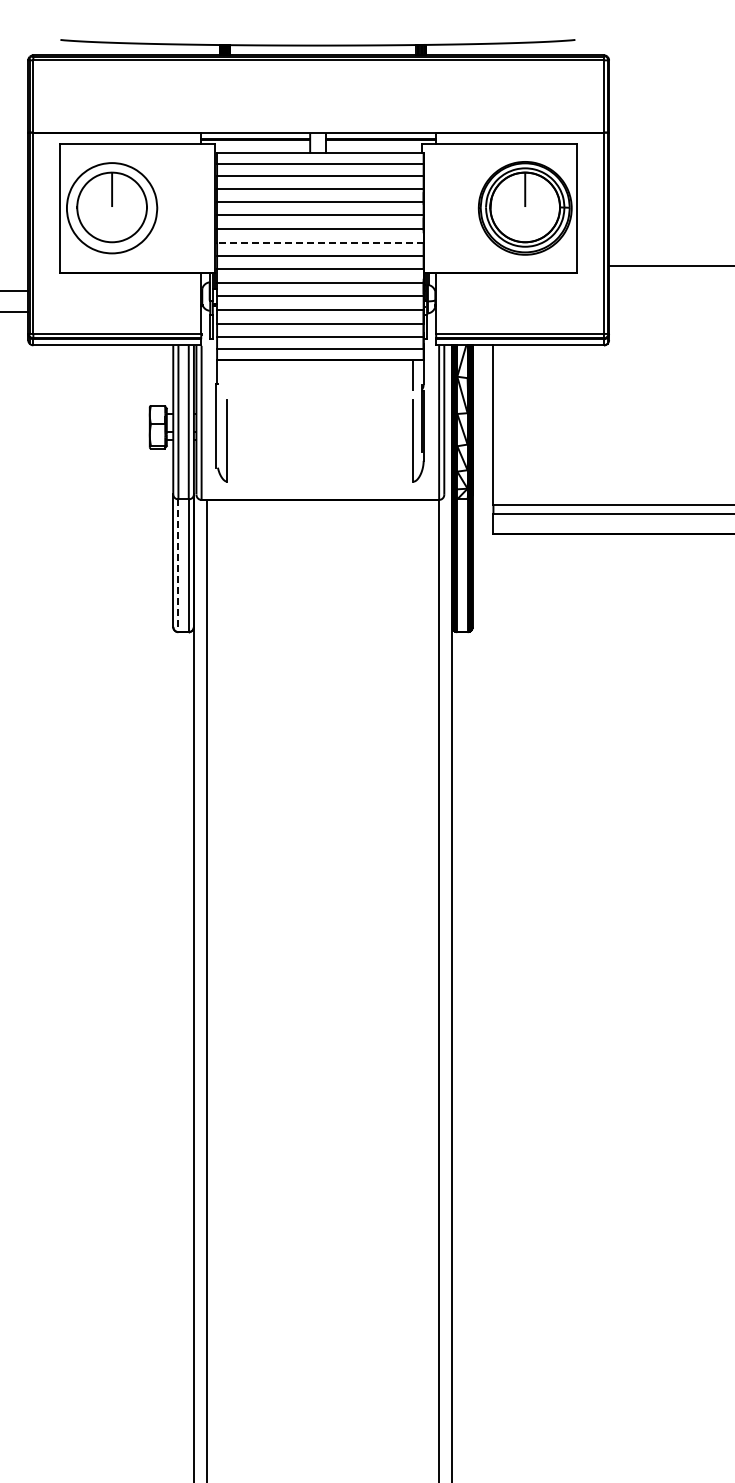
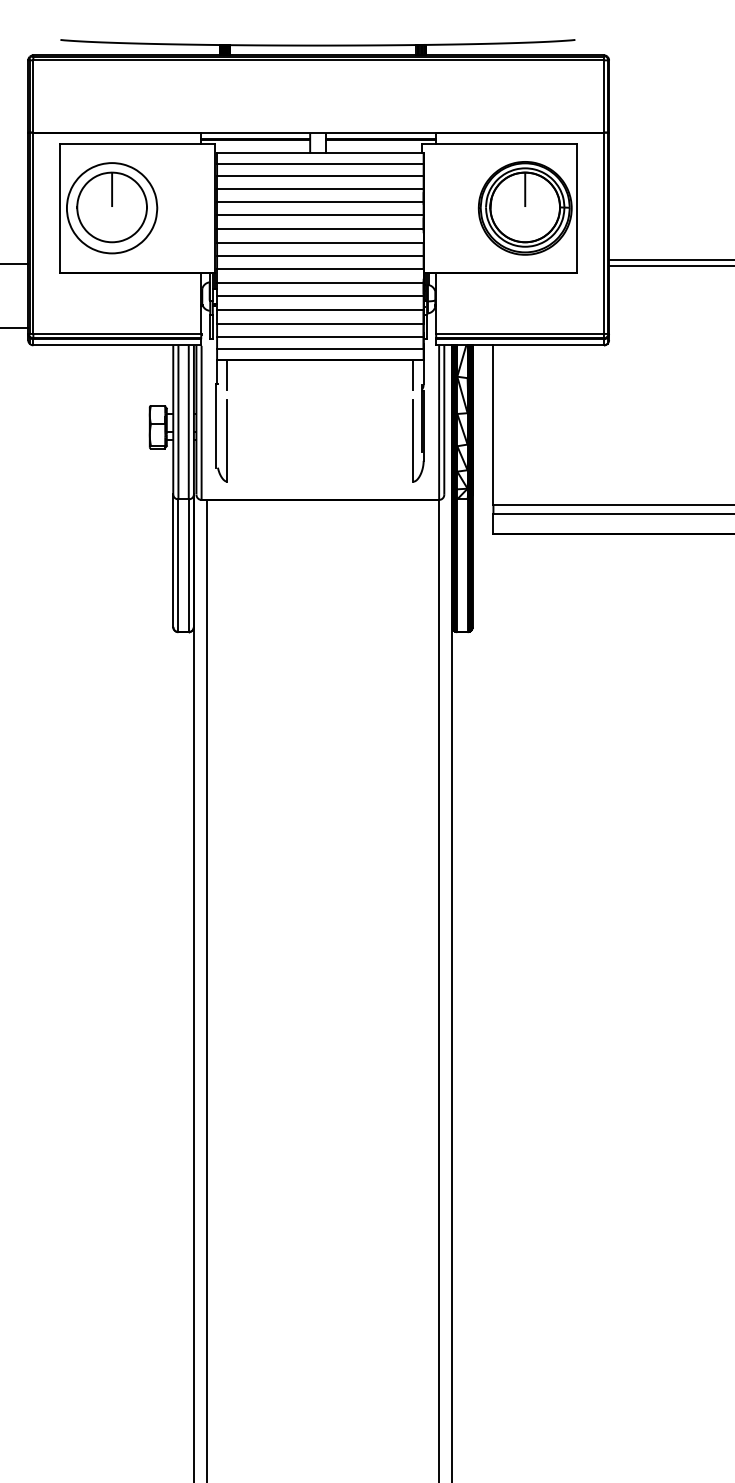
line at (319, 242): dashed -> solid
line at (670, 259): none -> present
line at (15, 290) position: (15, 290) -> (15, 263)
line at (15, 312) position: (15, 312) -> (15, 328)
line at (227, 375): none -> present
line at (178, 566): dashed -> solid
